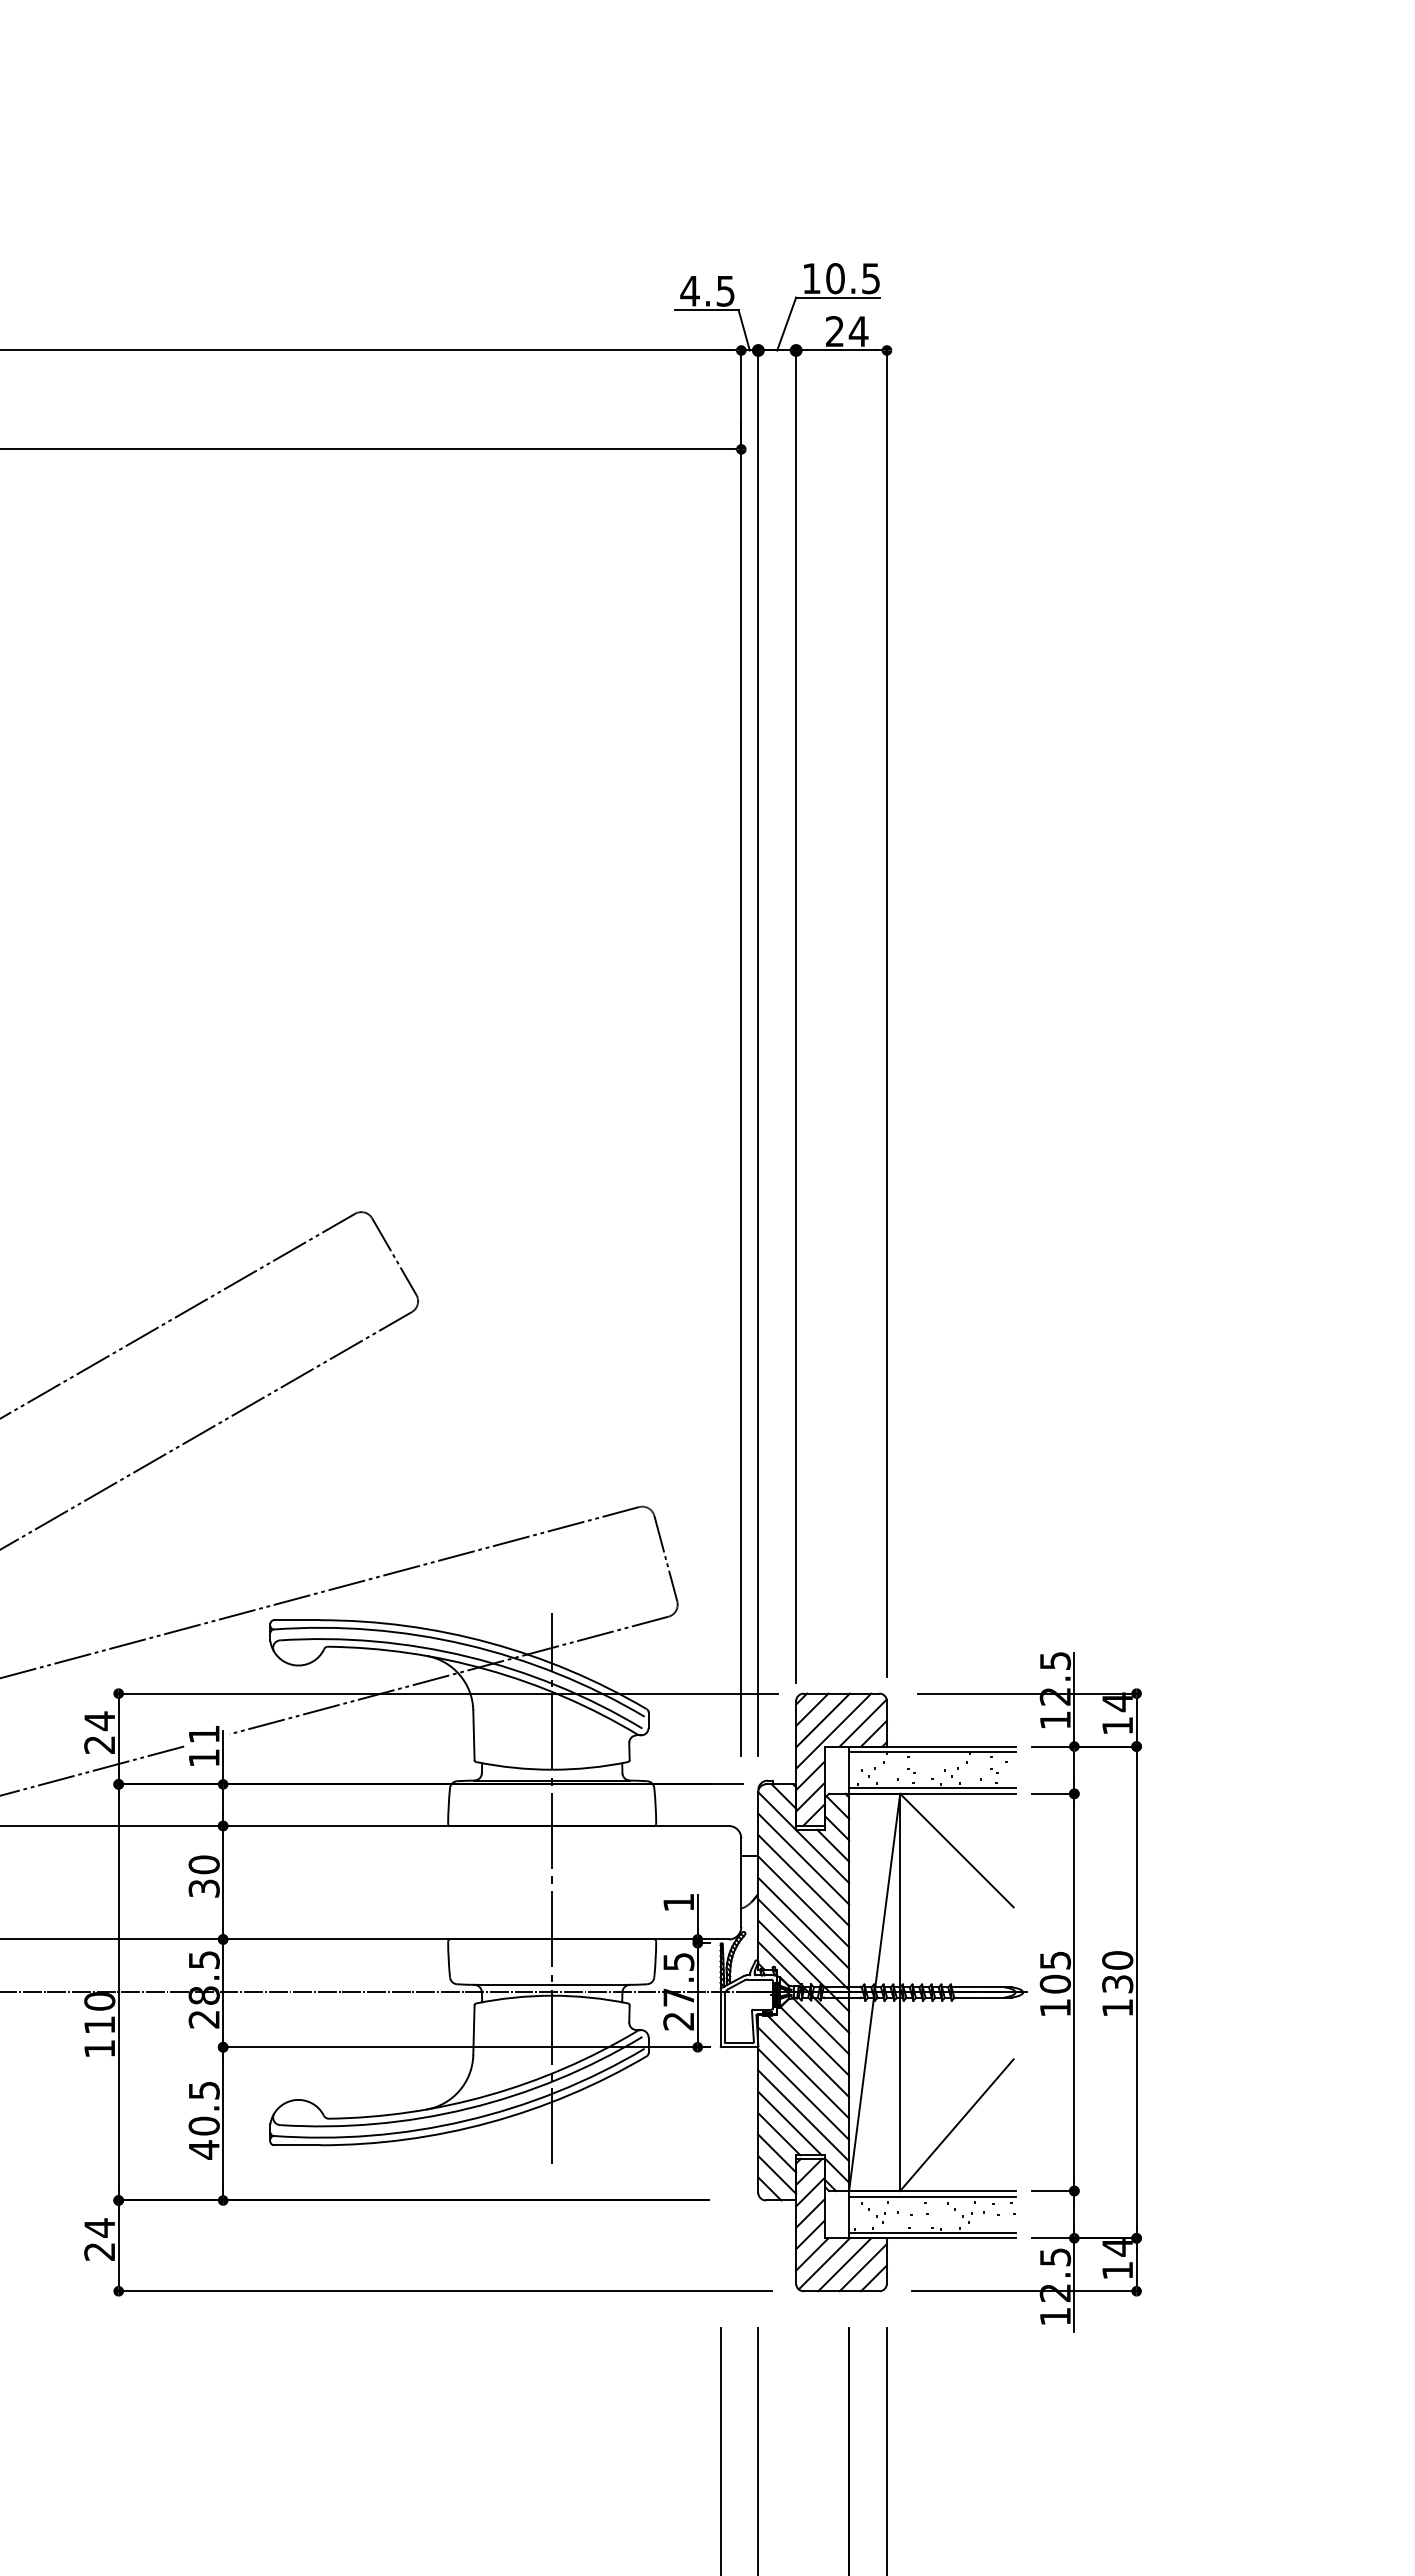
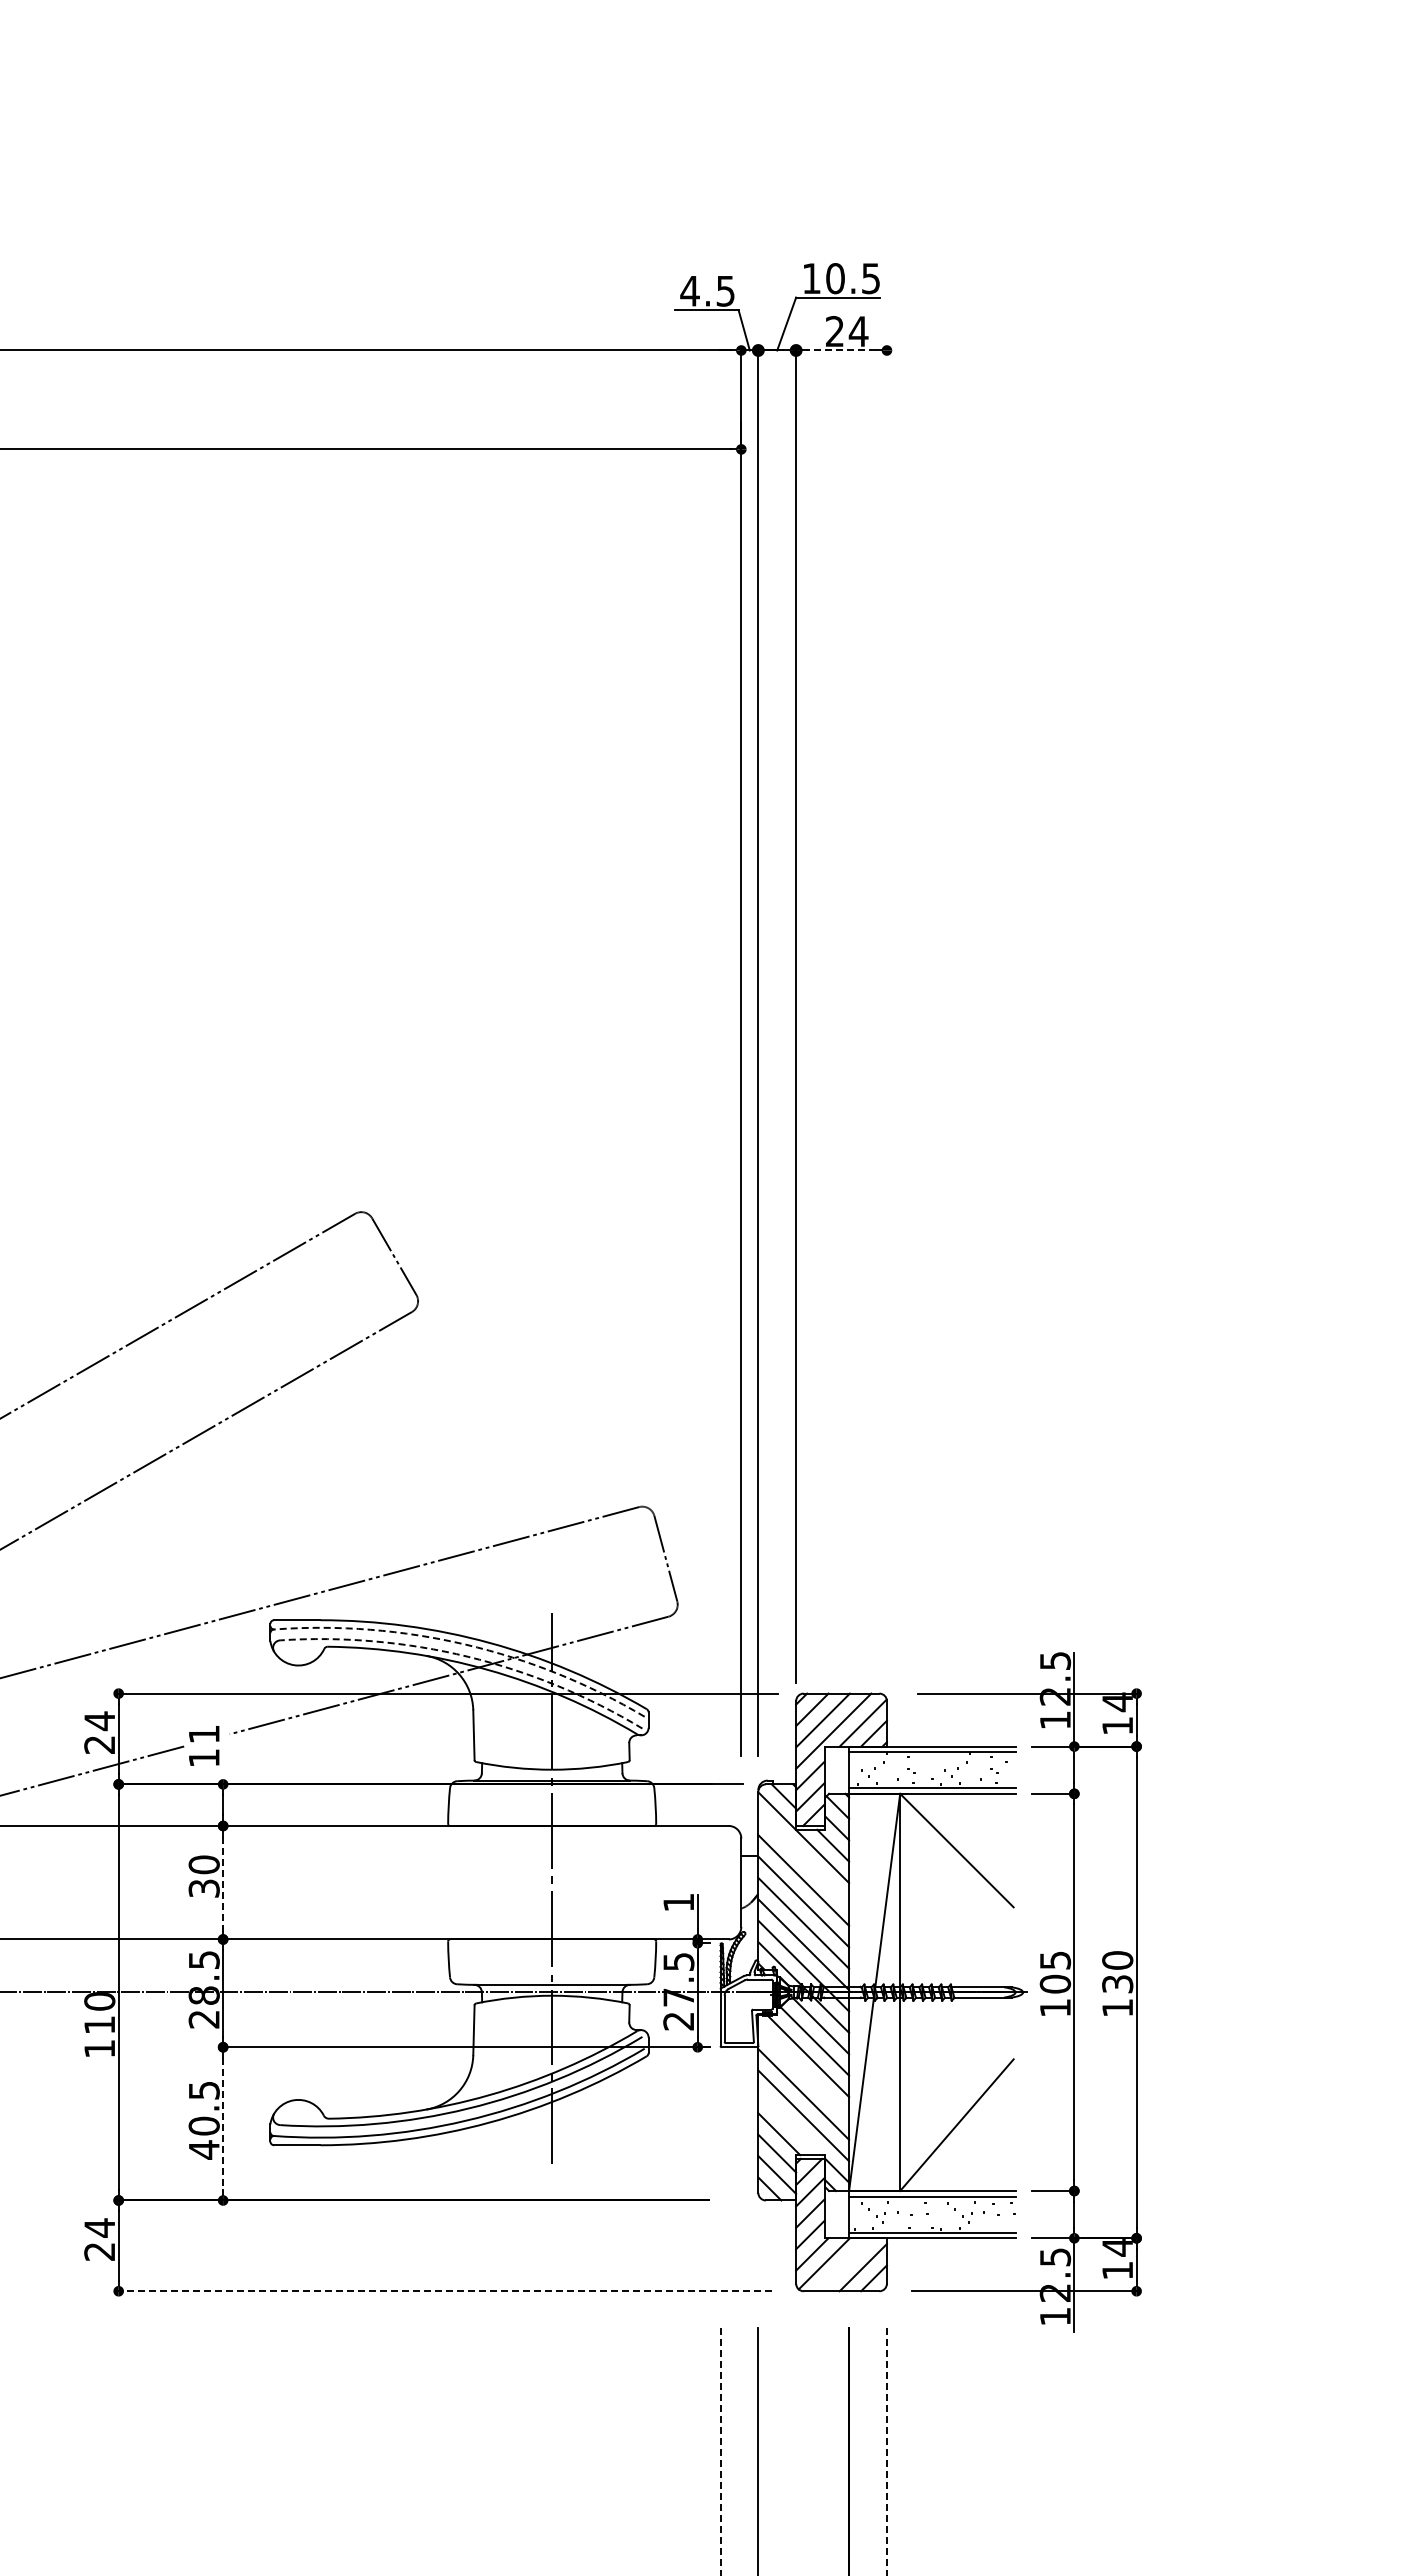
line at (841, 350): solid -> dashed
line at (886, 1011): present -> none
arc at (465, 1644): solid -> dashed
arc at (468, 1656): solid -> dashed
line at (223, 1757): present -> none
line at (803, 1858): present -> none
line at (223, 1883): solid -> dashed
line at (803, 2072): present -> none
line at (789, 2123): present -> none
line at (223, 2124): solid -> dashed
line at (844, 2264): present -> none
line at (443, 2291): solid -> dashed
line at (720, 2452): solid -> dashed
line at (886, 2452): solid -> dashed
